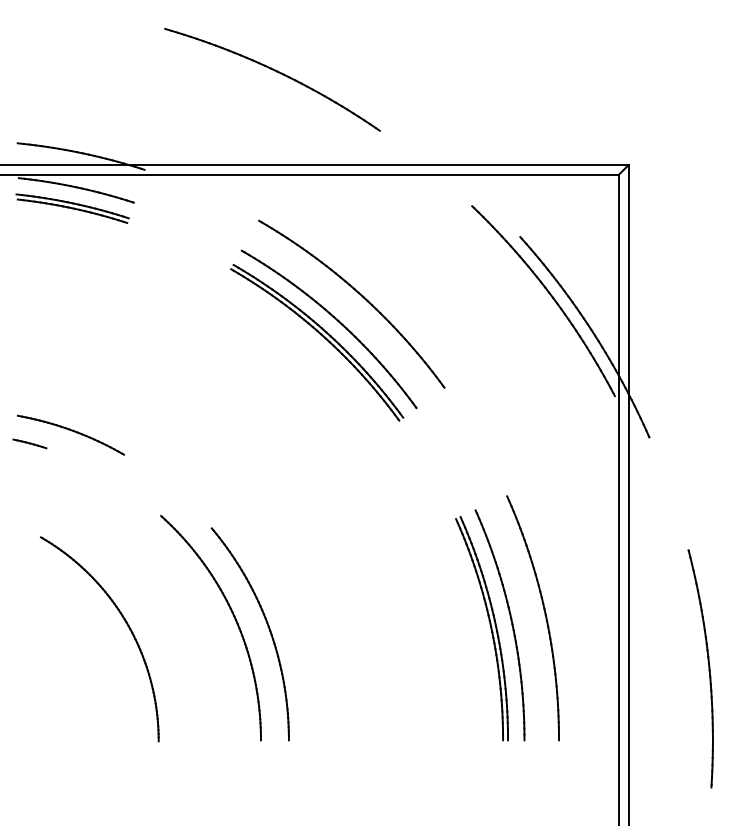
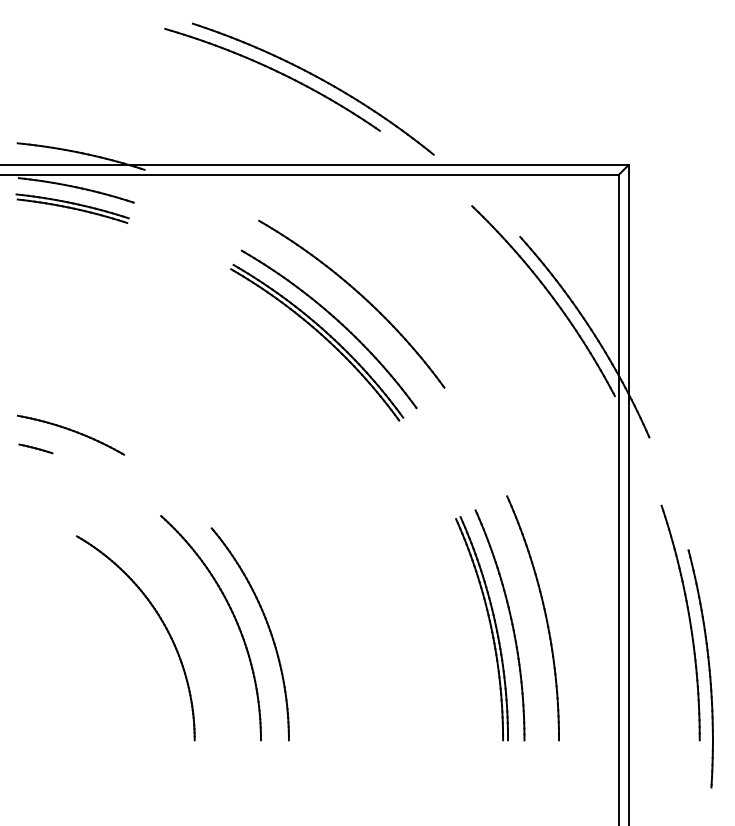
part at (317, 78): none -> present
line at (29, 443) position: (29, 443) -> (35, 448)
part at (688, 619): none -> present
part at (124, 621) position: (124, 621) -> (160, 620)
